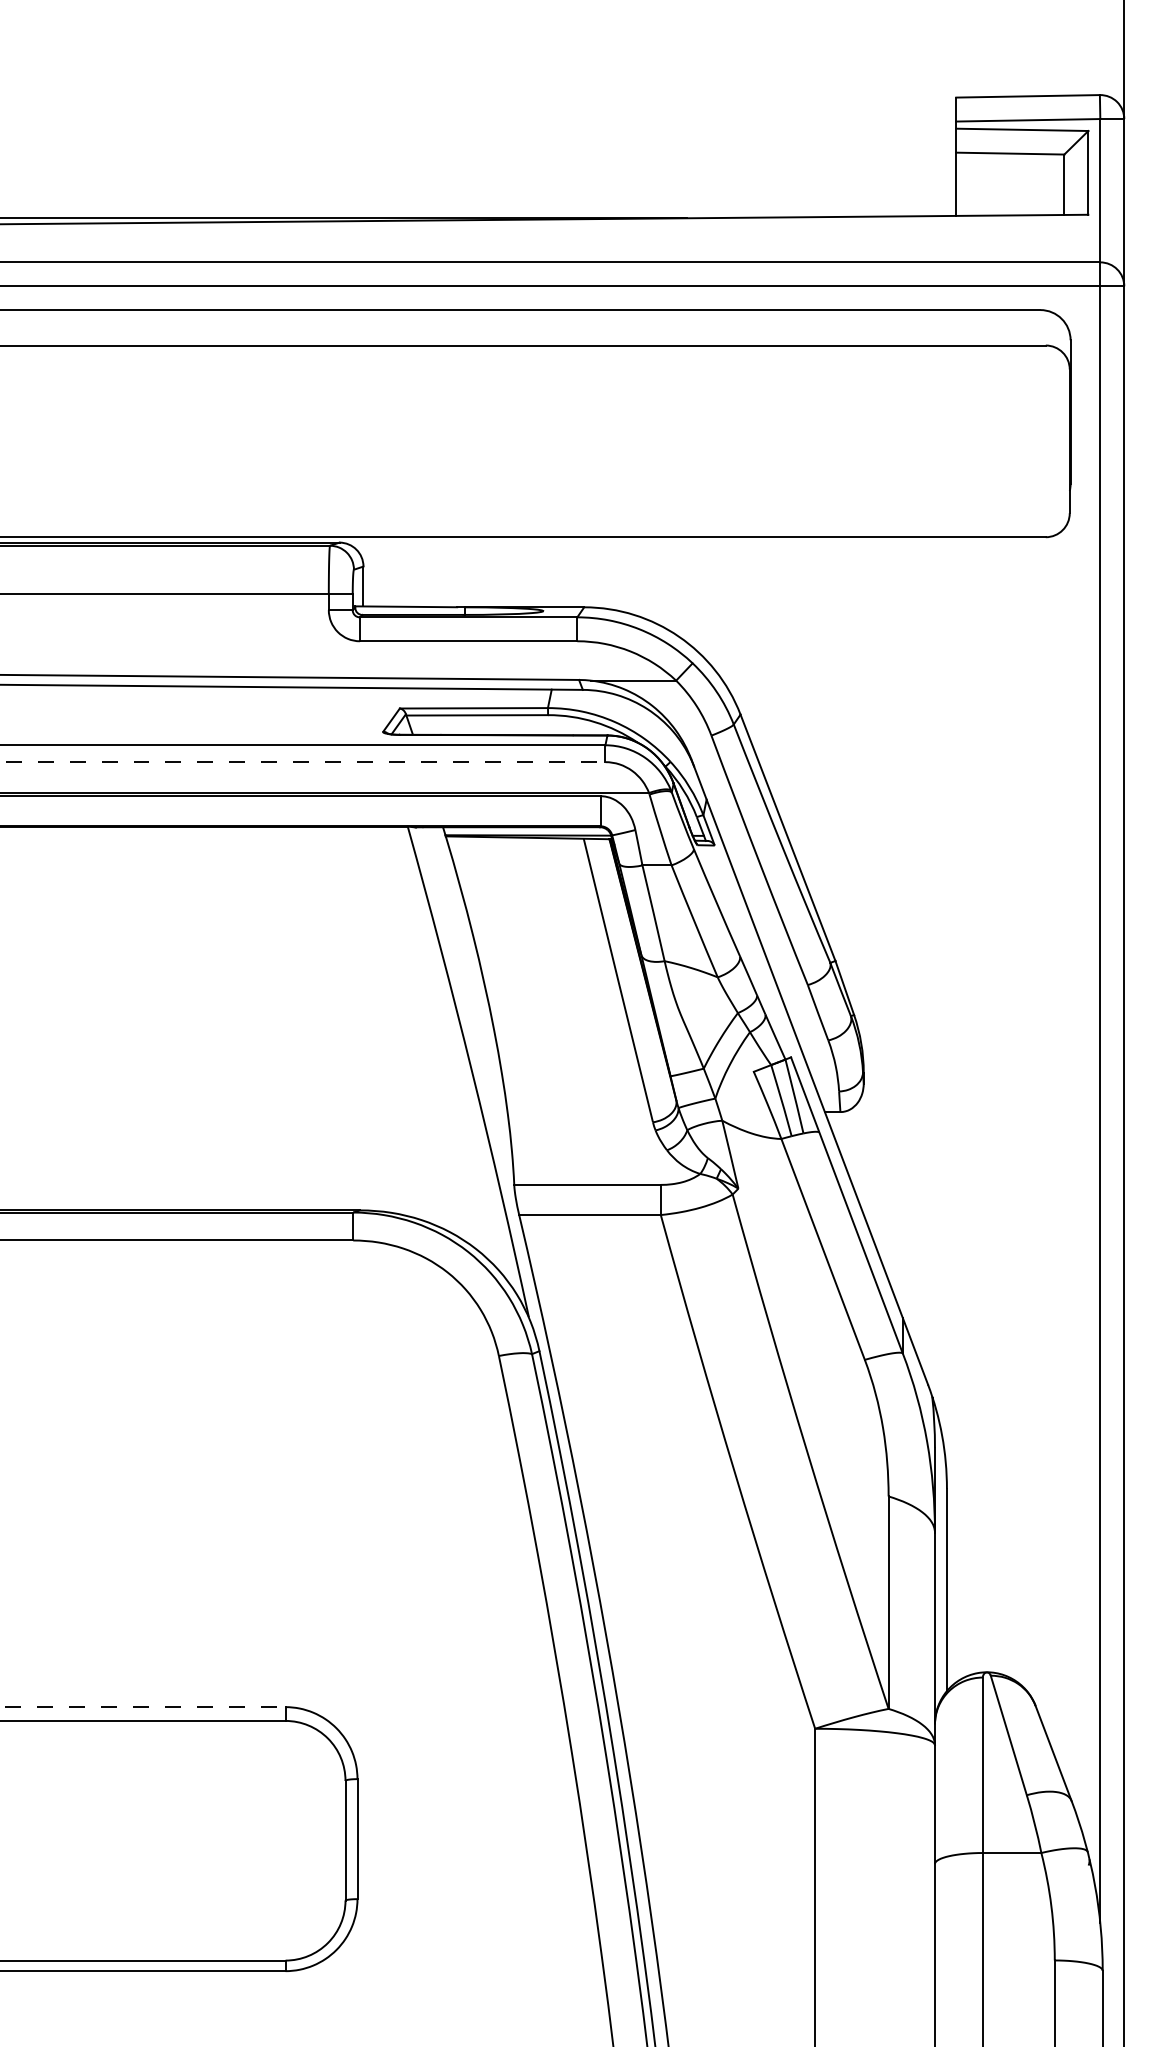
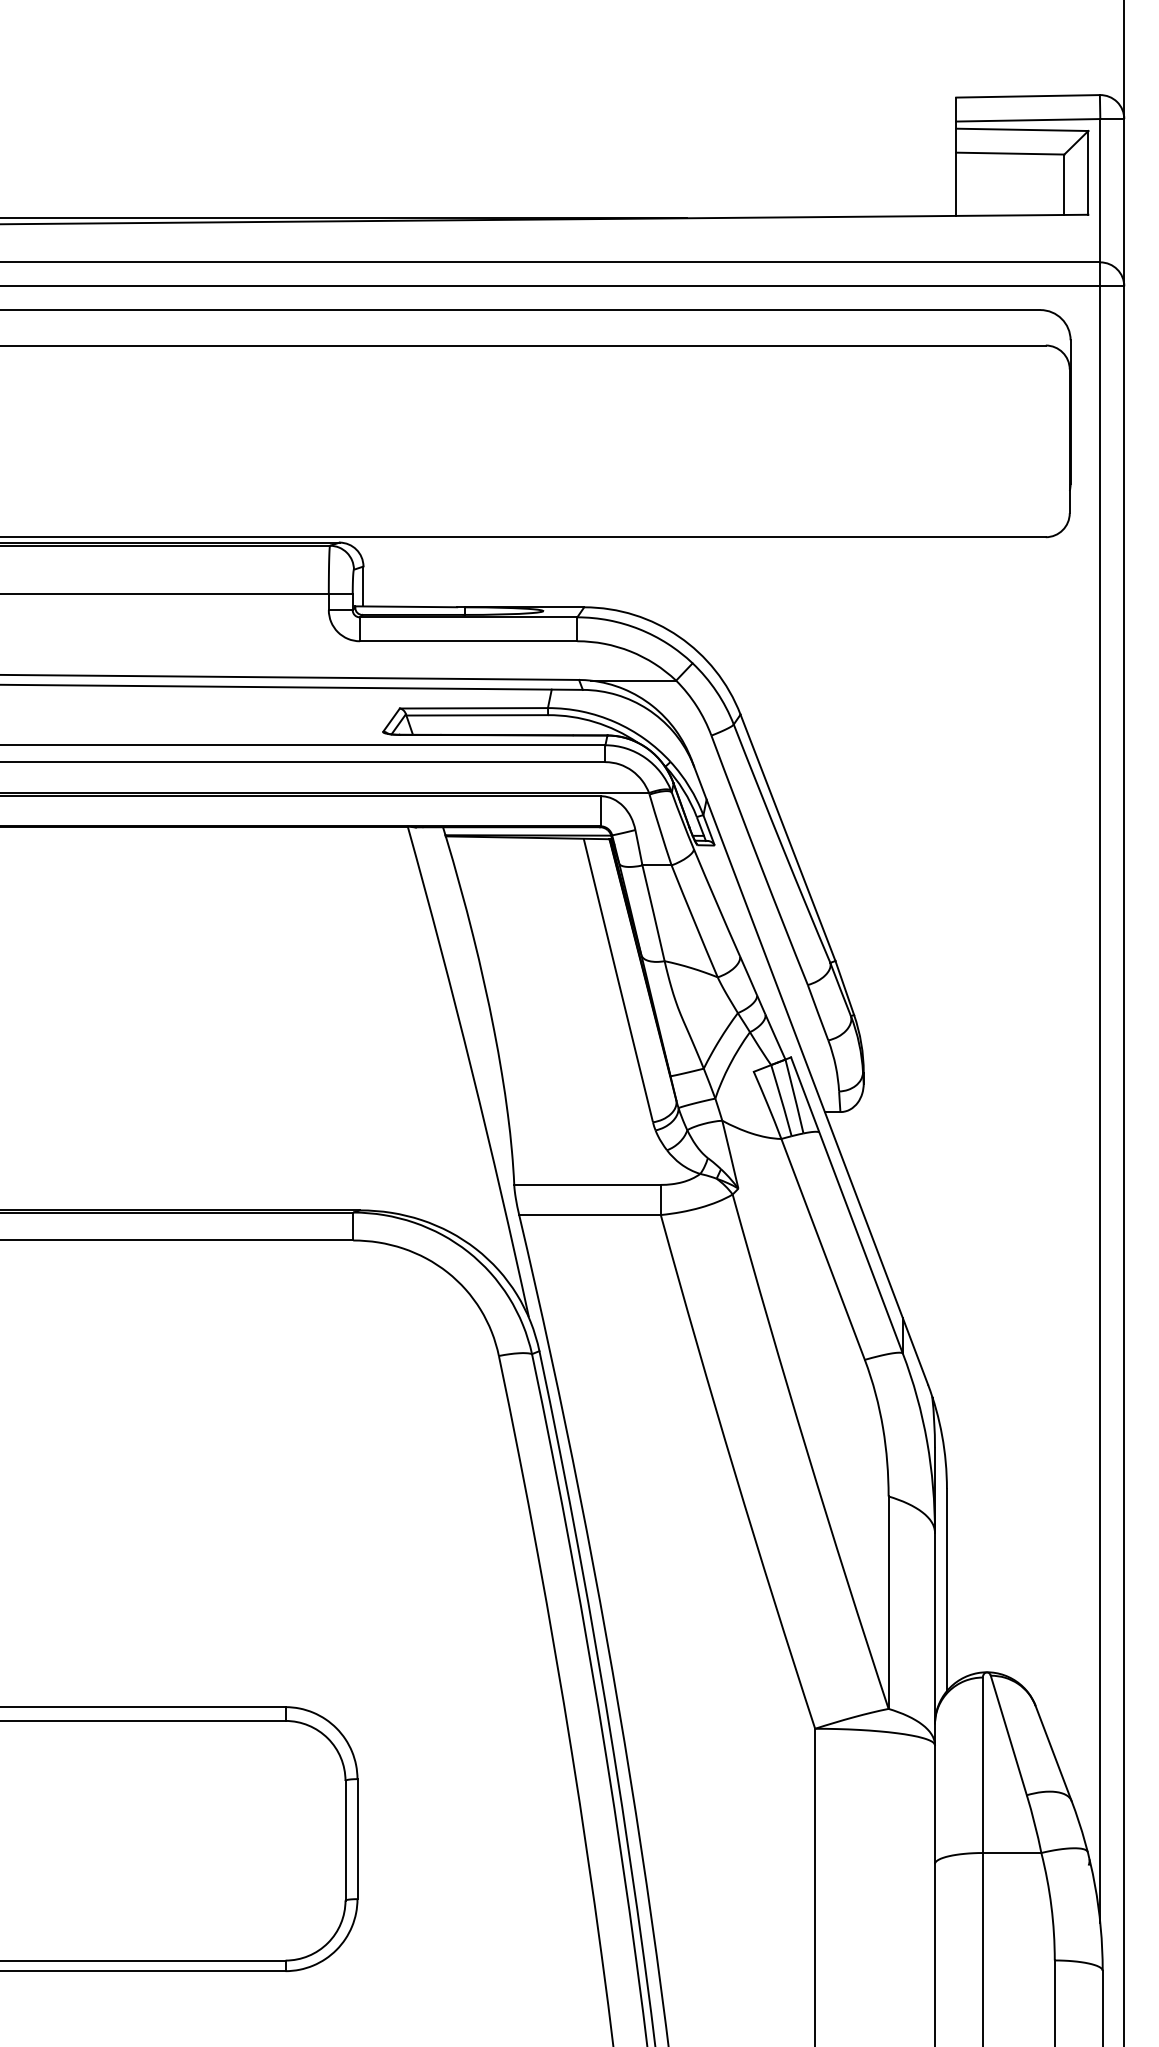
line at (303, 762): dashed -> solid
line at (143, 1707): dashed -> solid
